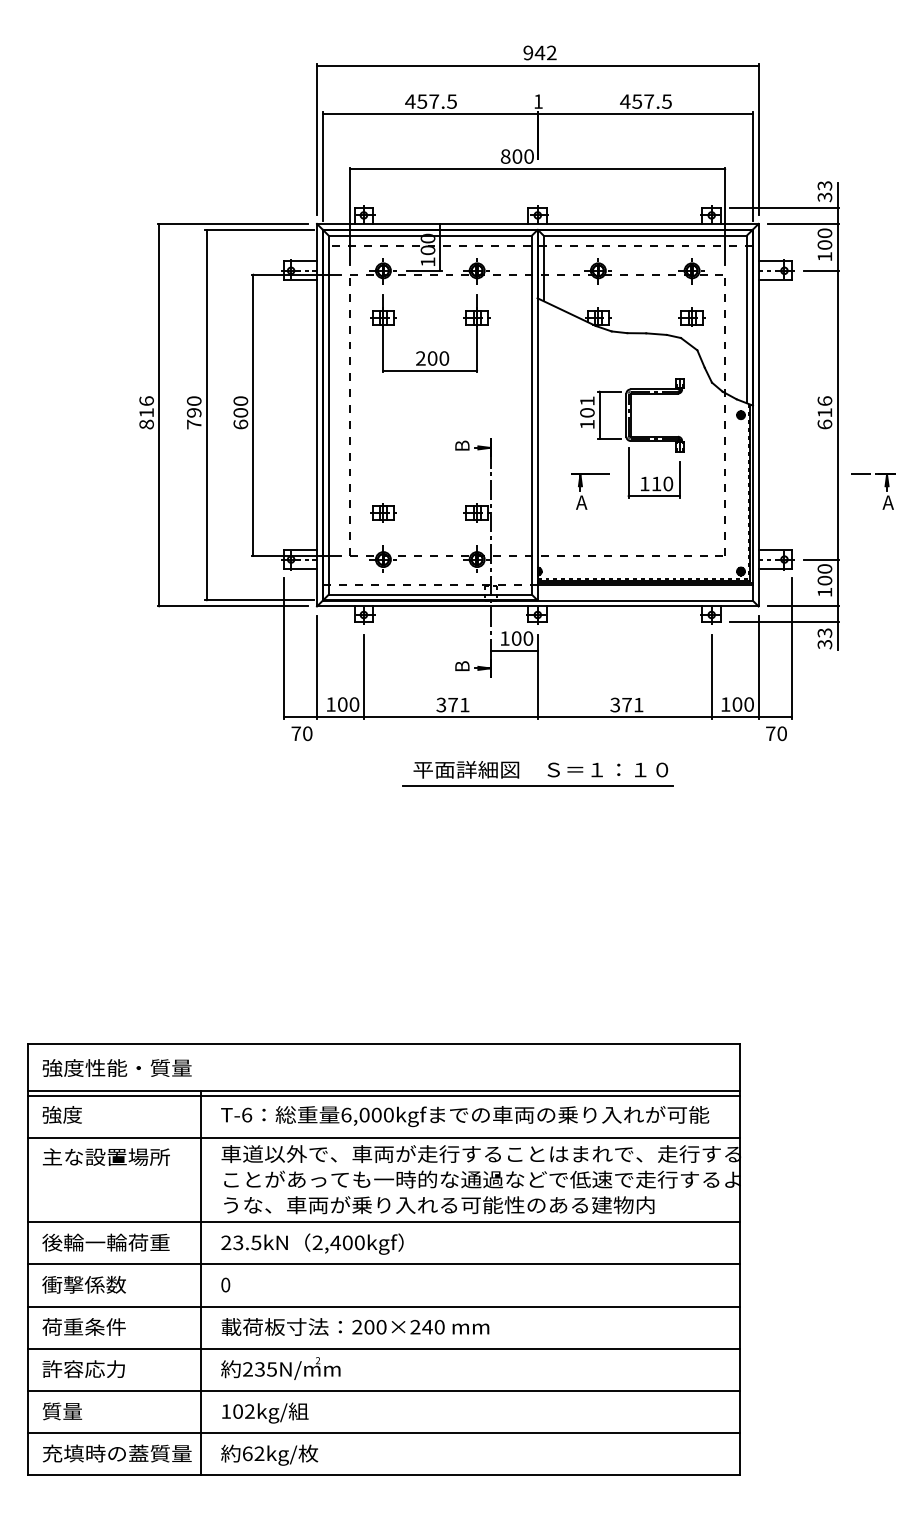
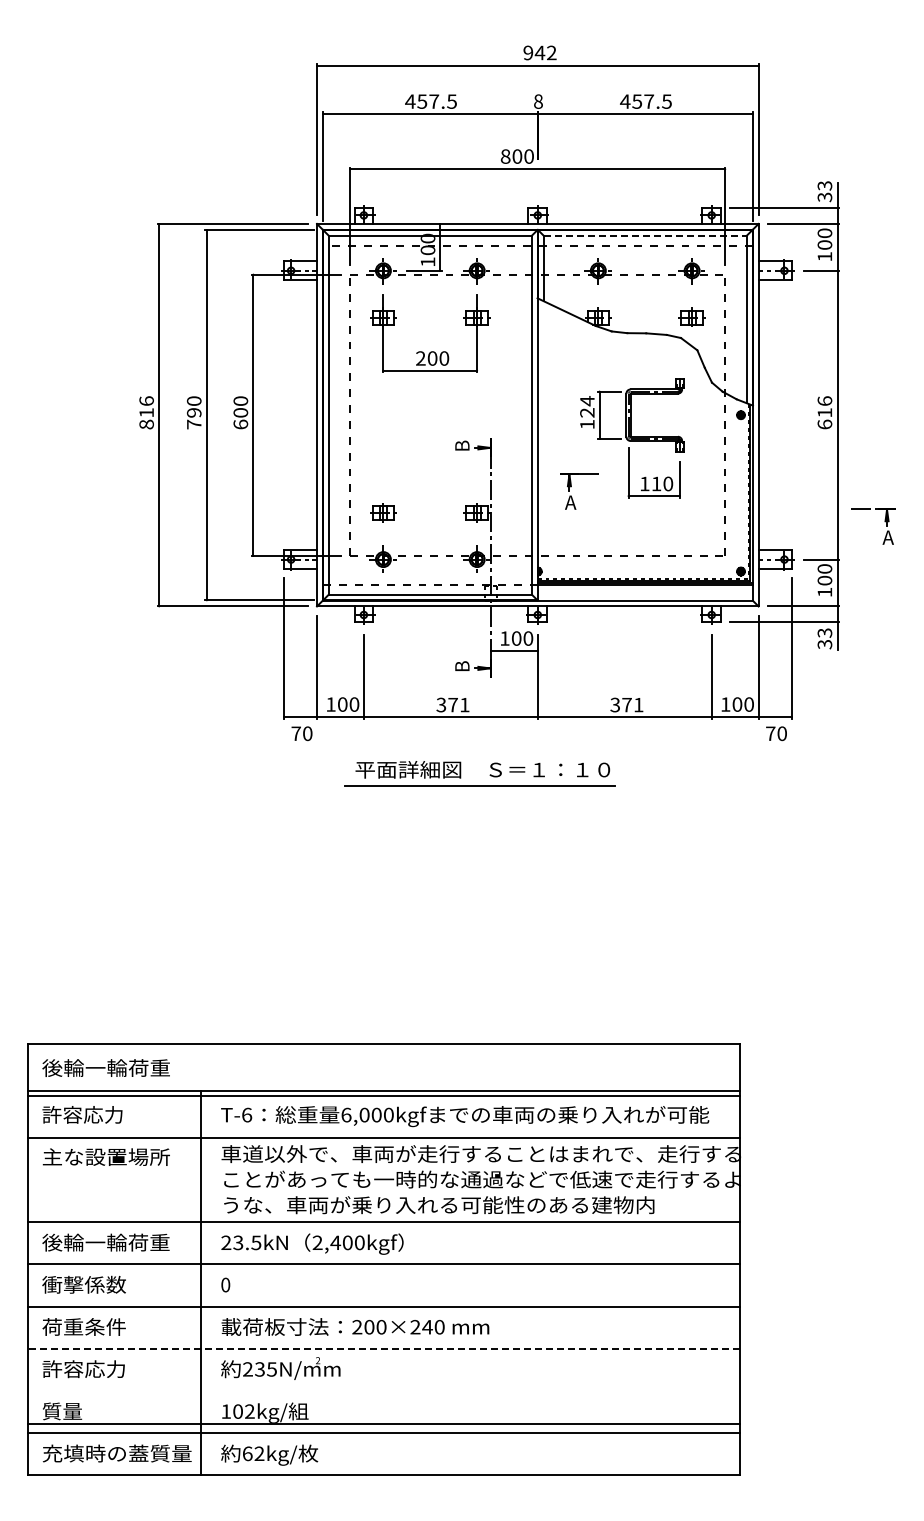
text at (538, 101): 1 -> 8
line at (645, 235): solid -> dashed
text at (587, 406): 101 -> 124
part at (884, 486) position: (884, 486) -> (884, 521)
part at (582, 487) position: (582, 487) -> (571, 487)
part at (547, 775) position: (547, 775) -> (489, 775)
text at (116, 1067): 強度性能・質量 -> 後輪一輪荷重
text at (82, 1114): 強度 -> 許容応力
line at (383, 1348): solid -> dashed
line at (383, 1391) position: (383, 1391) -> (383, 1424)
